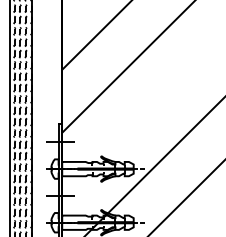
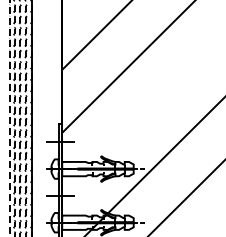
line at (9, 118): solid -> dashed
